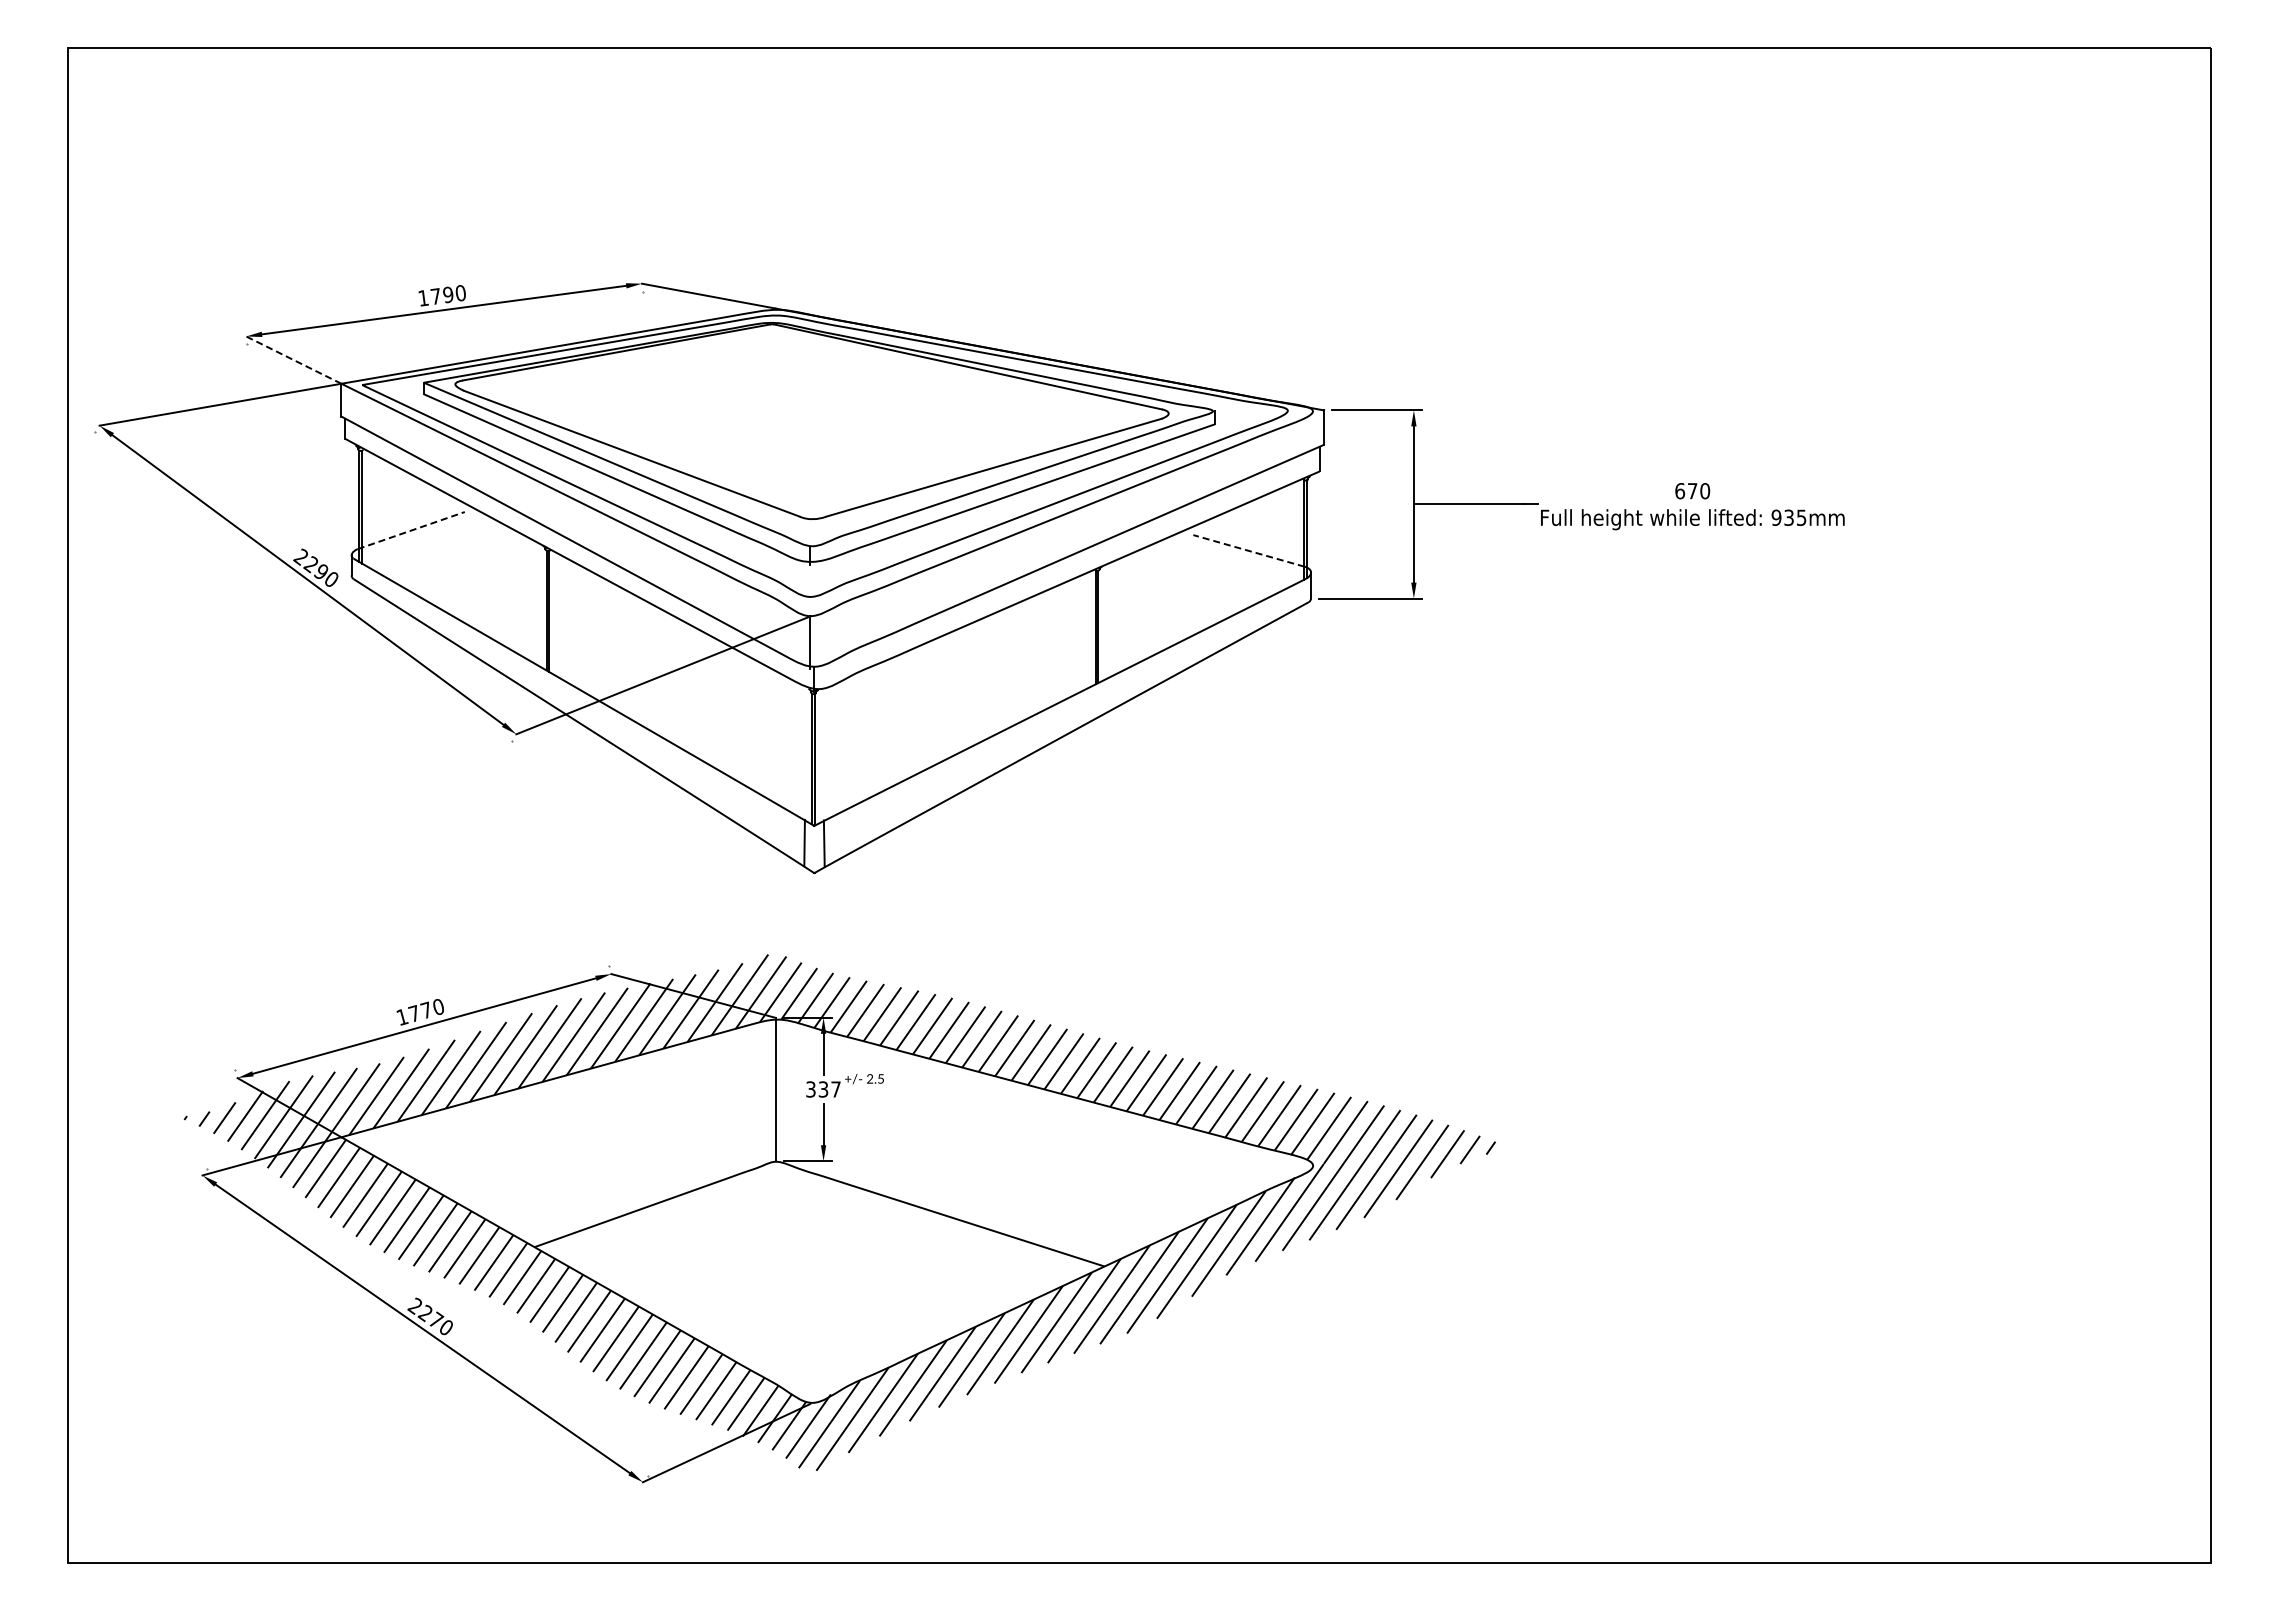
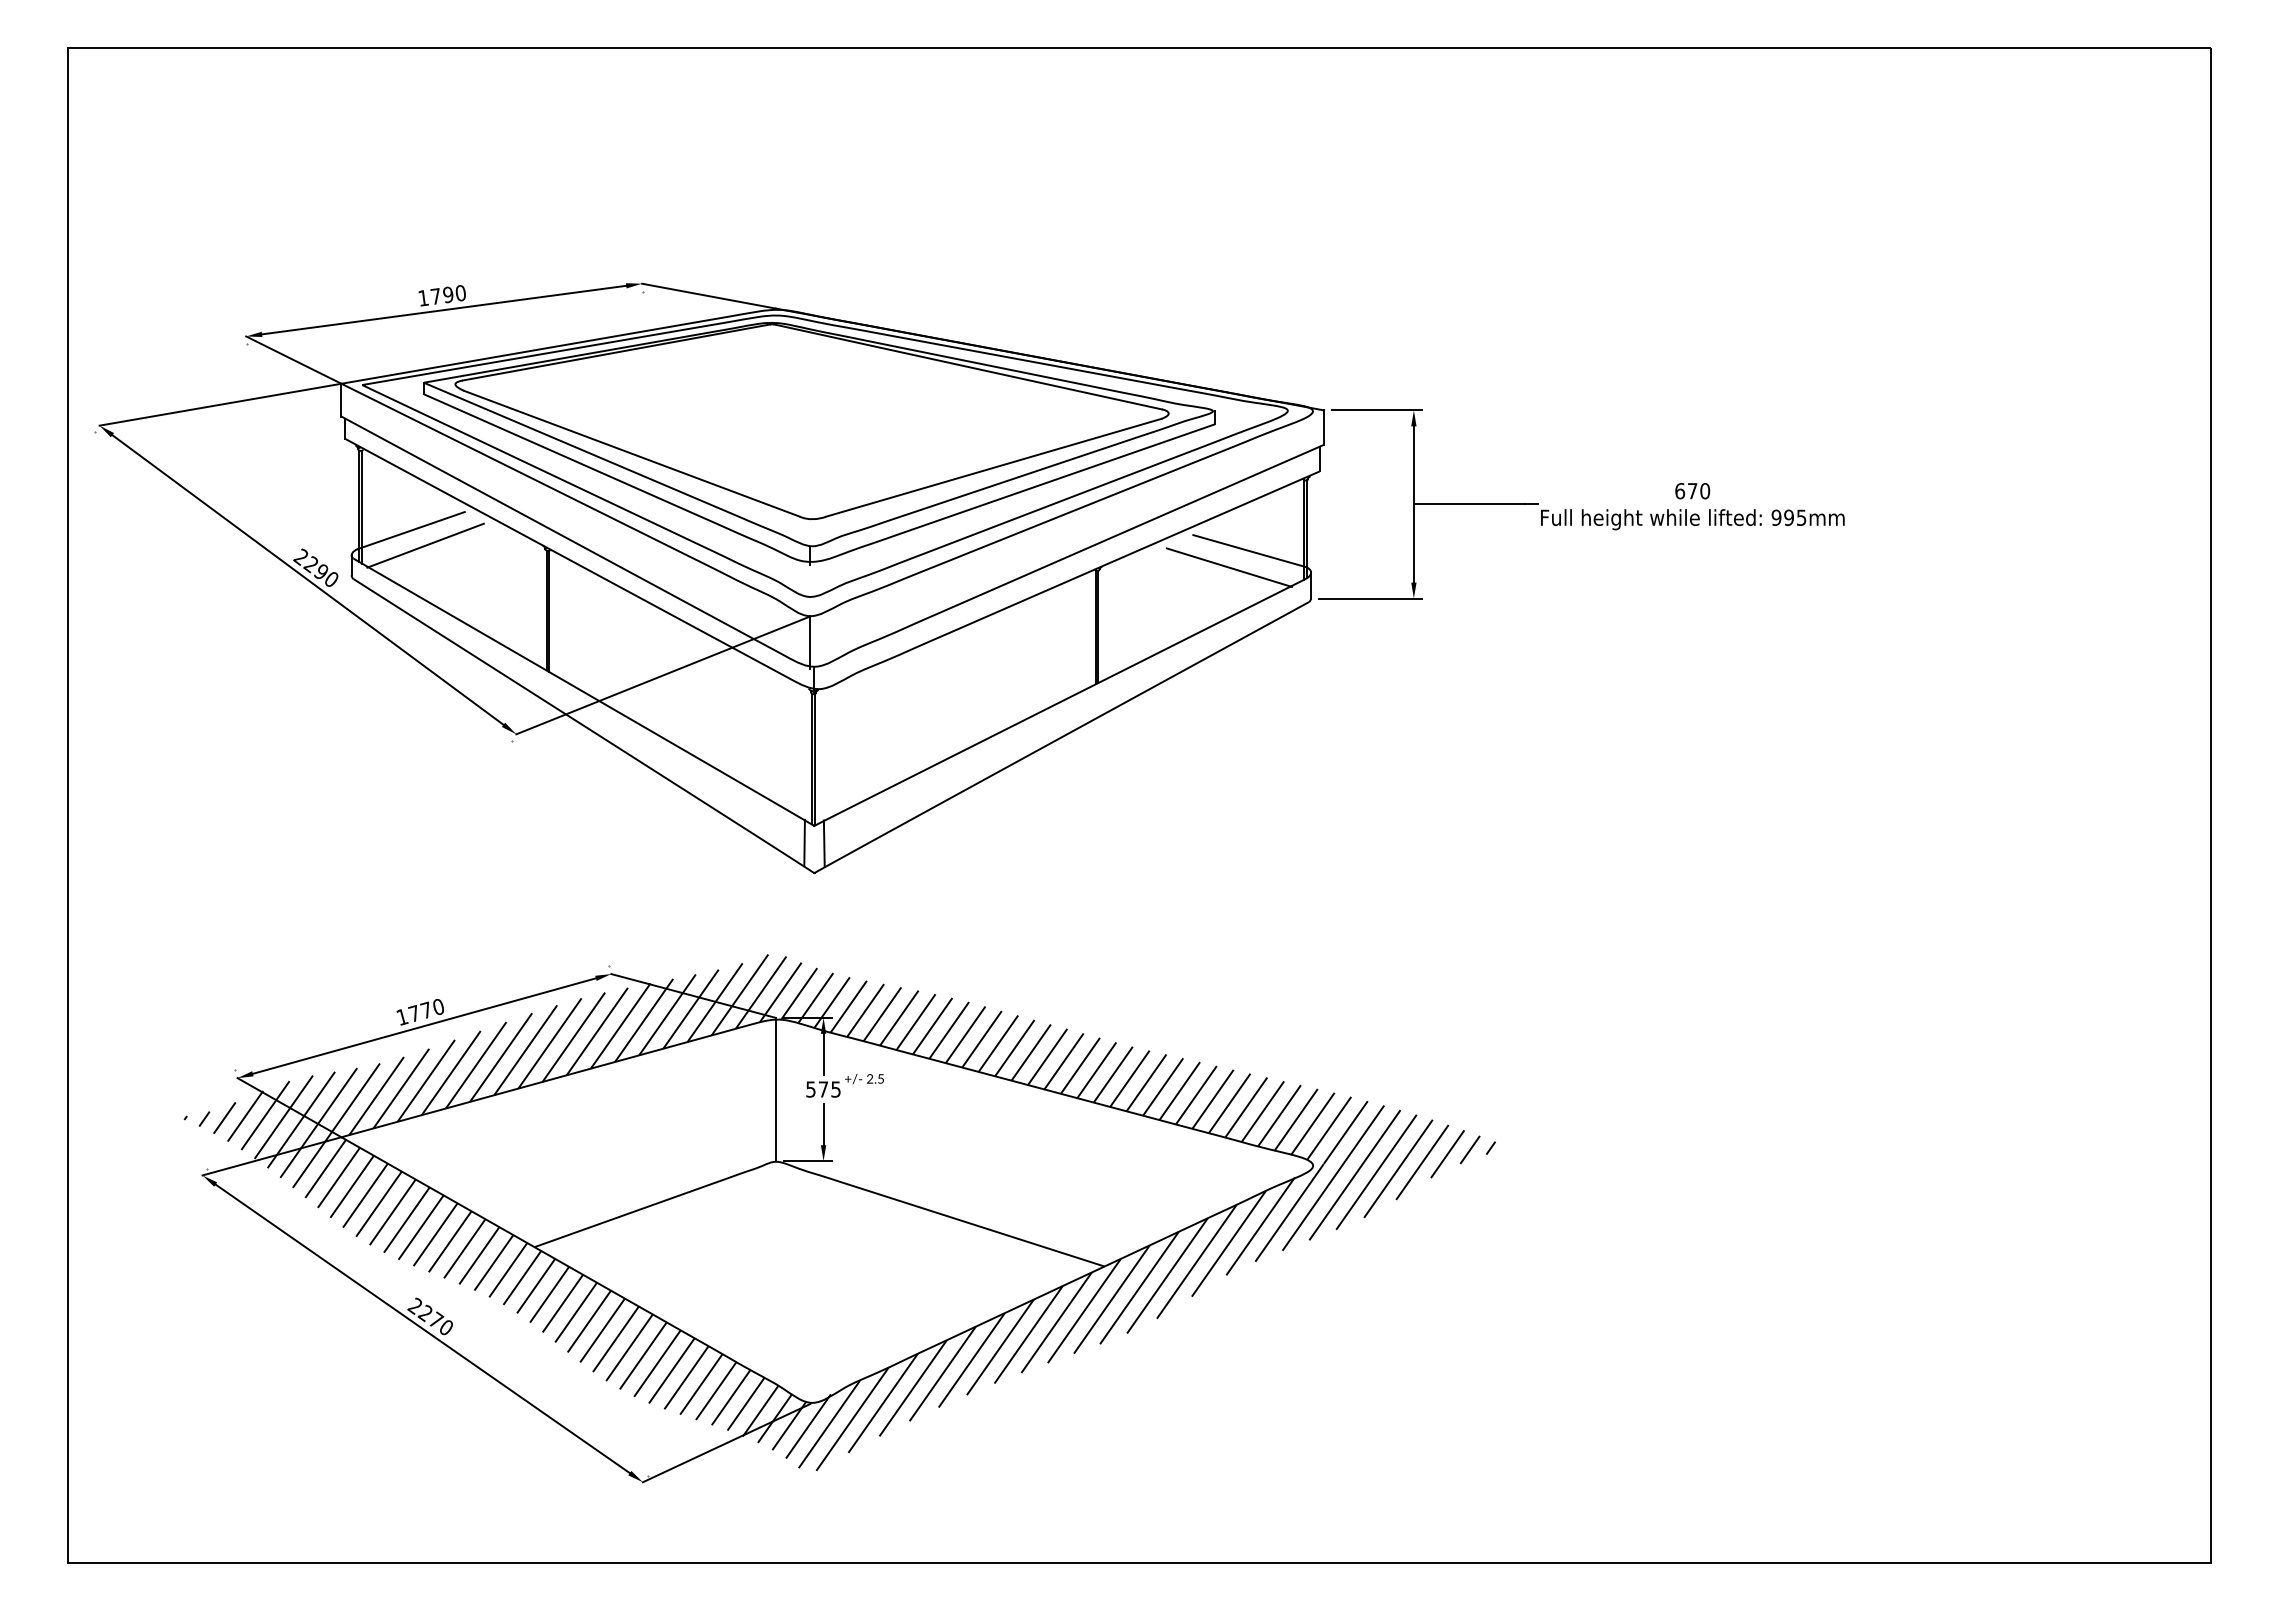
line at (293, 359): dashed -> solid
text at (1788, 517): 935mm -> 995mm
line at (411, 530): dashed -> solid
line at (425, 545): none -> present
line at (1249, 550): dashed -> solid
line at (1228, 567): none -> present
text at (823, 1089): 337 -> 575
